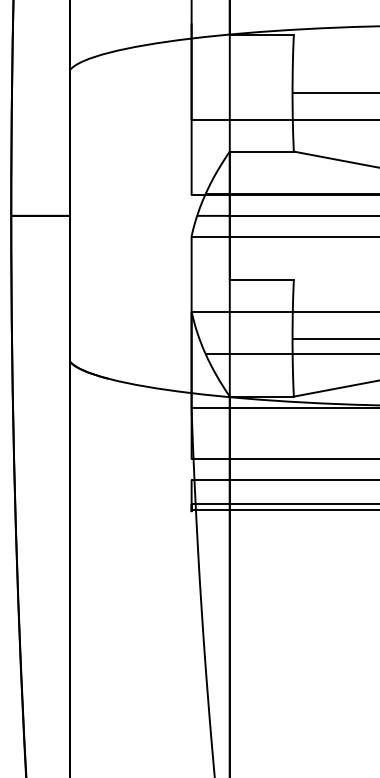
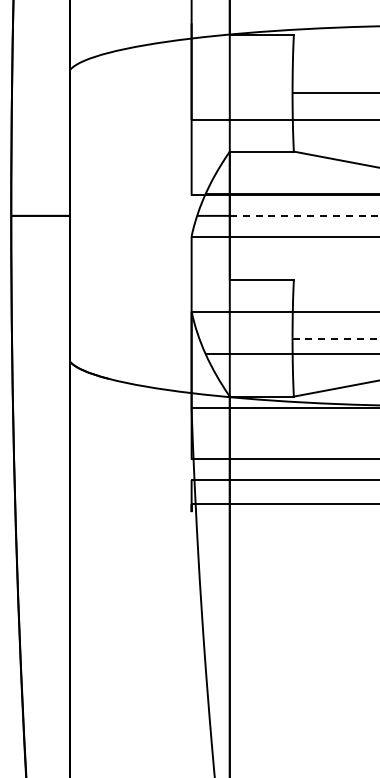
line at (304, 215): solid -> dashed
line at (336, 338): solid -> dashed
line at (283, 509): present -> none
